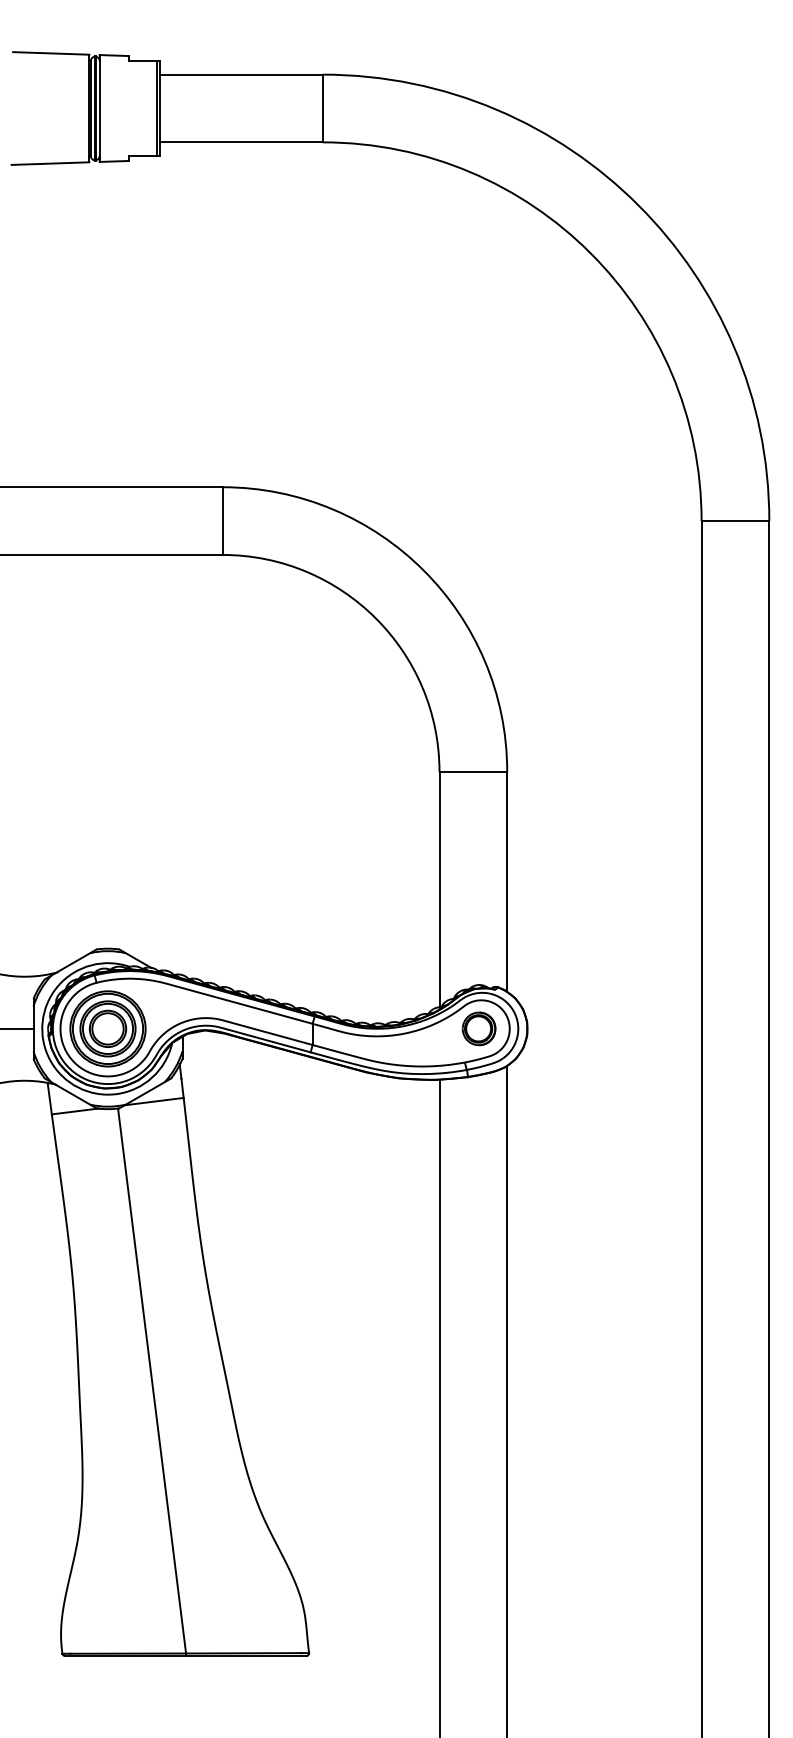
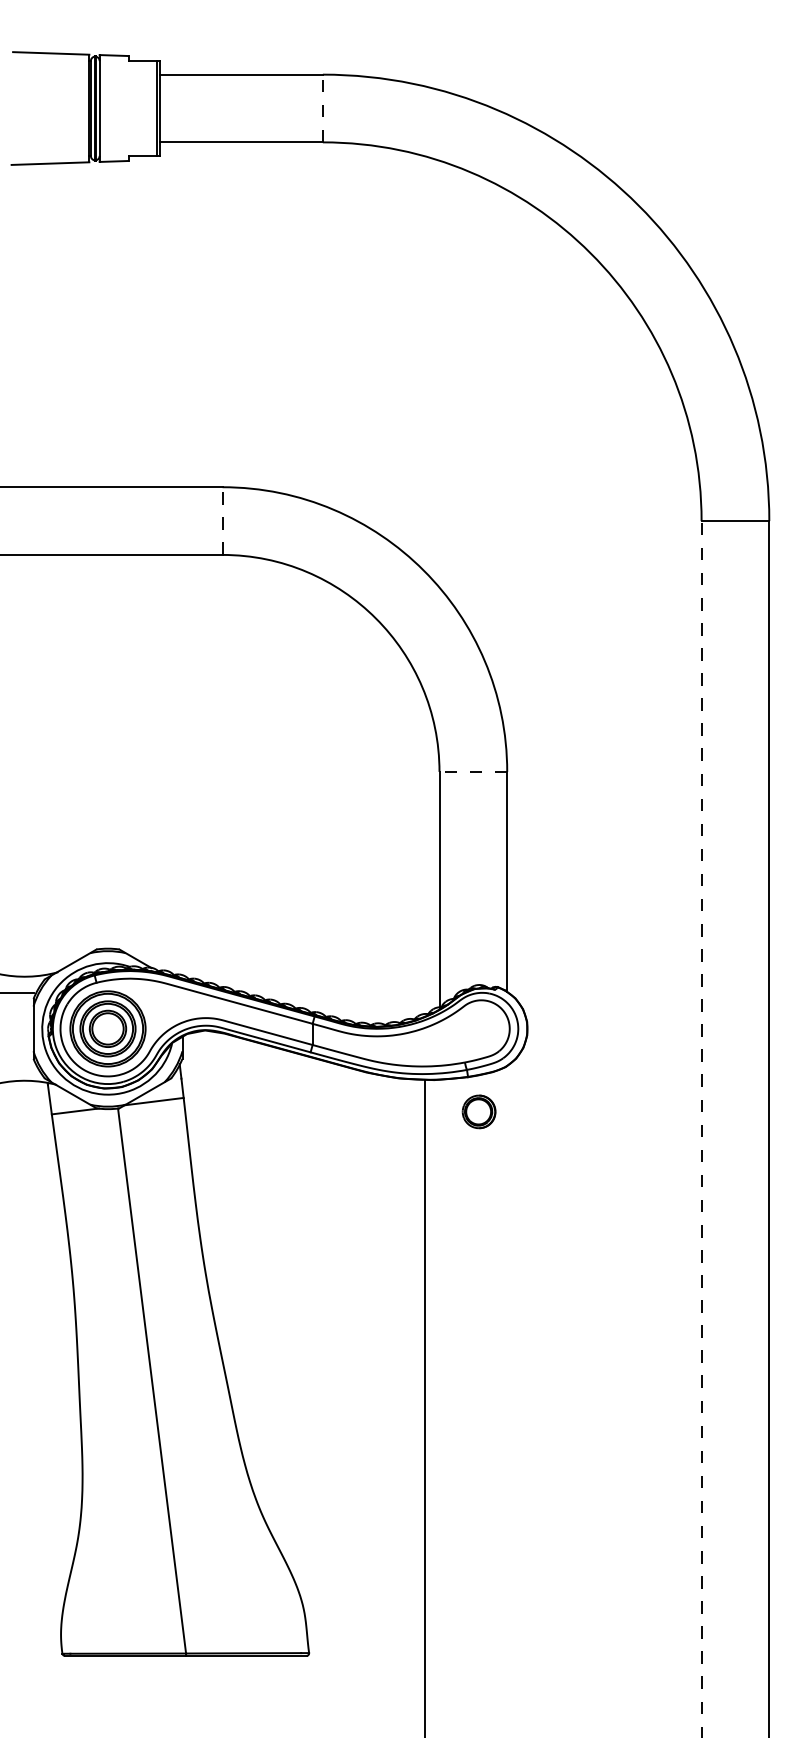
line at (322, 108): solid -> dashed
line at (222, 521): solid -> dashed
line at (473, 771): solid -> dashed
line at (17, 1028) position: (17, 1028) -> (17, 992)
part at (478, 1028) position: (478, 1028) -> (478, 1111)
line at (701, 1129): solid -> dashed
line at (507, 1399): present -> none
line at (439, 1406) position: (439, 1406) -> (424, 1406)
